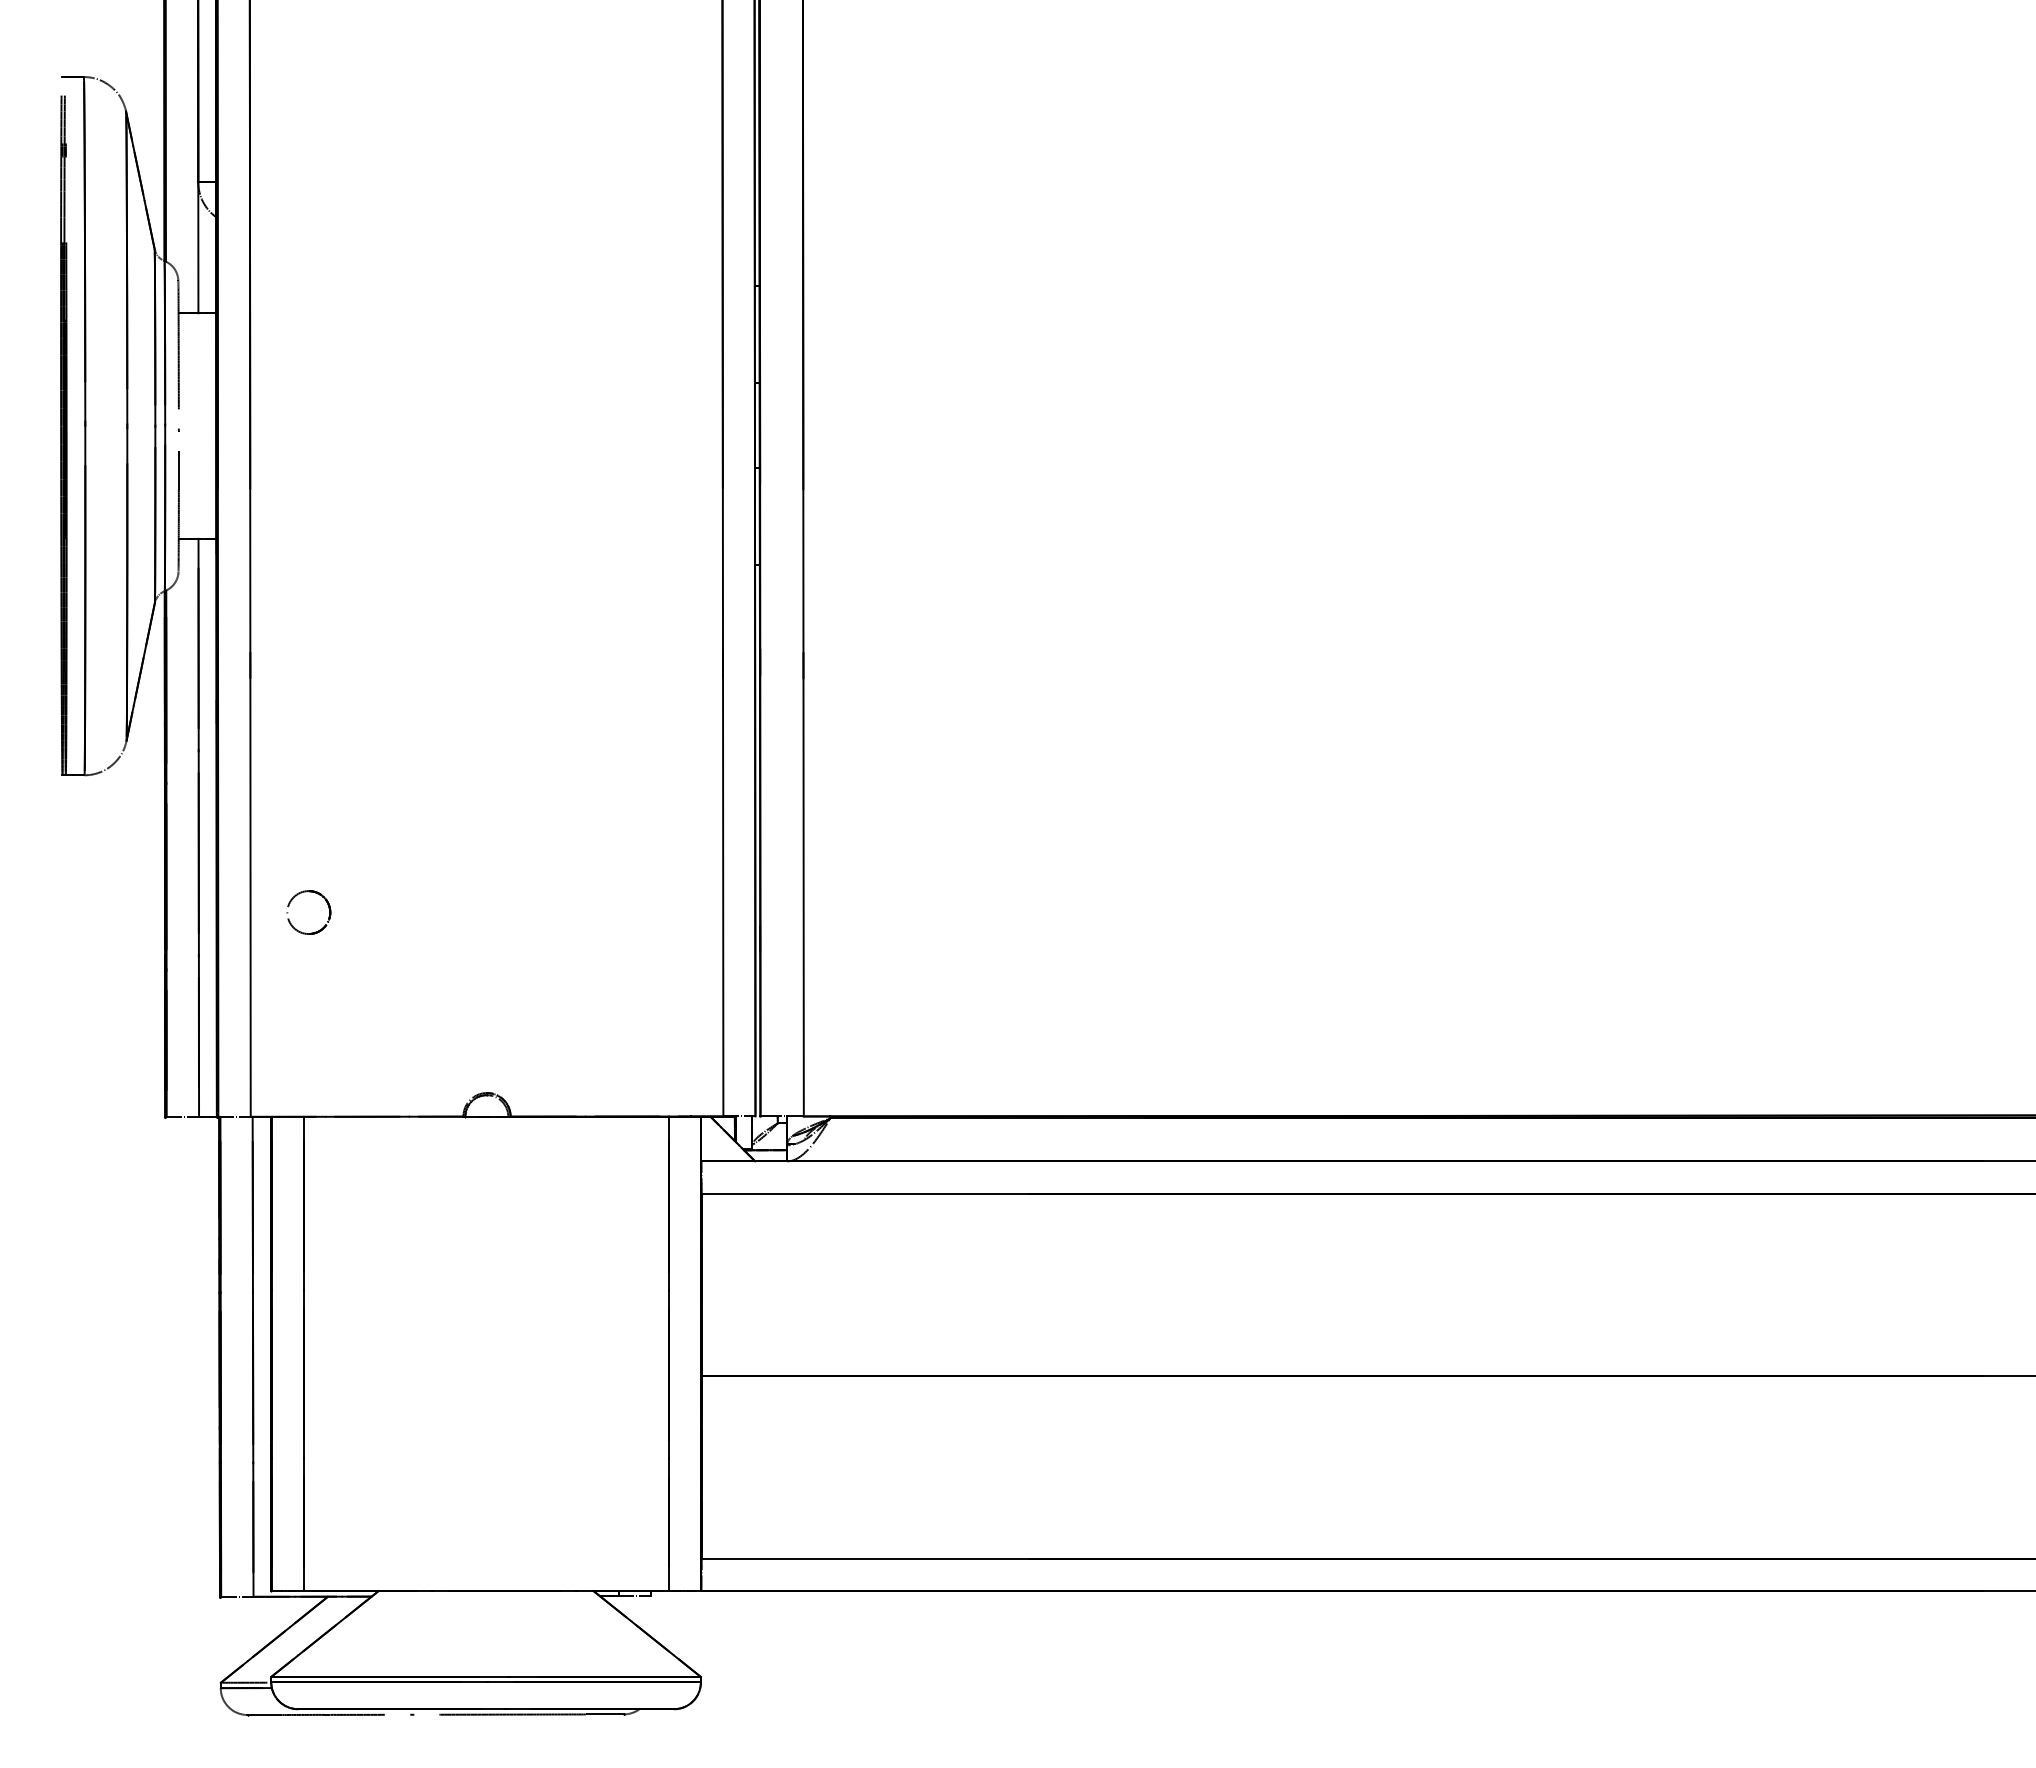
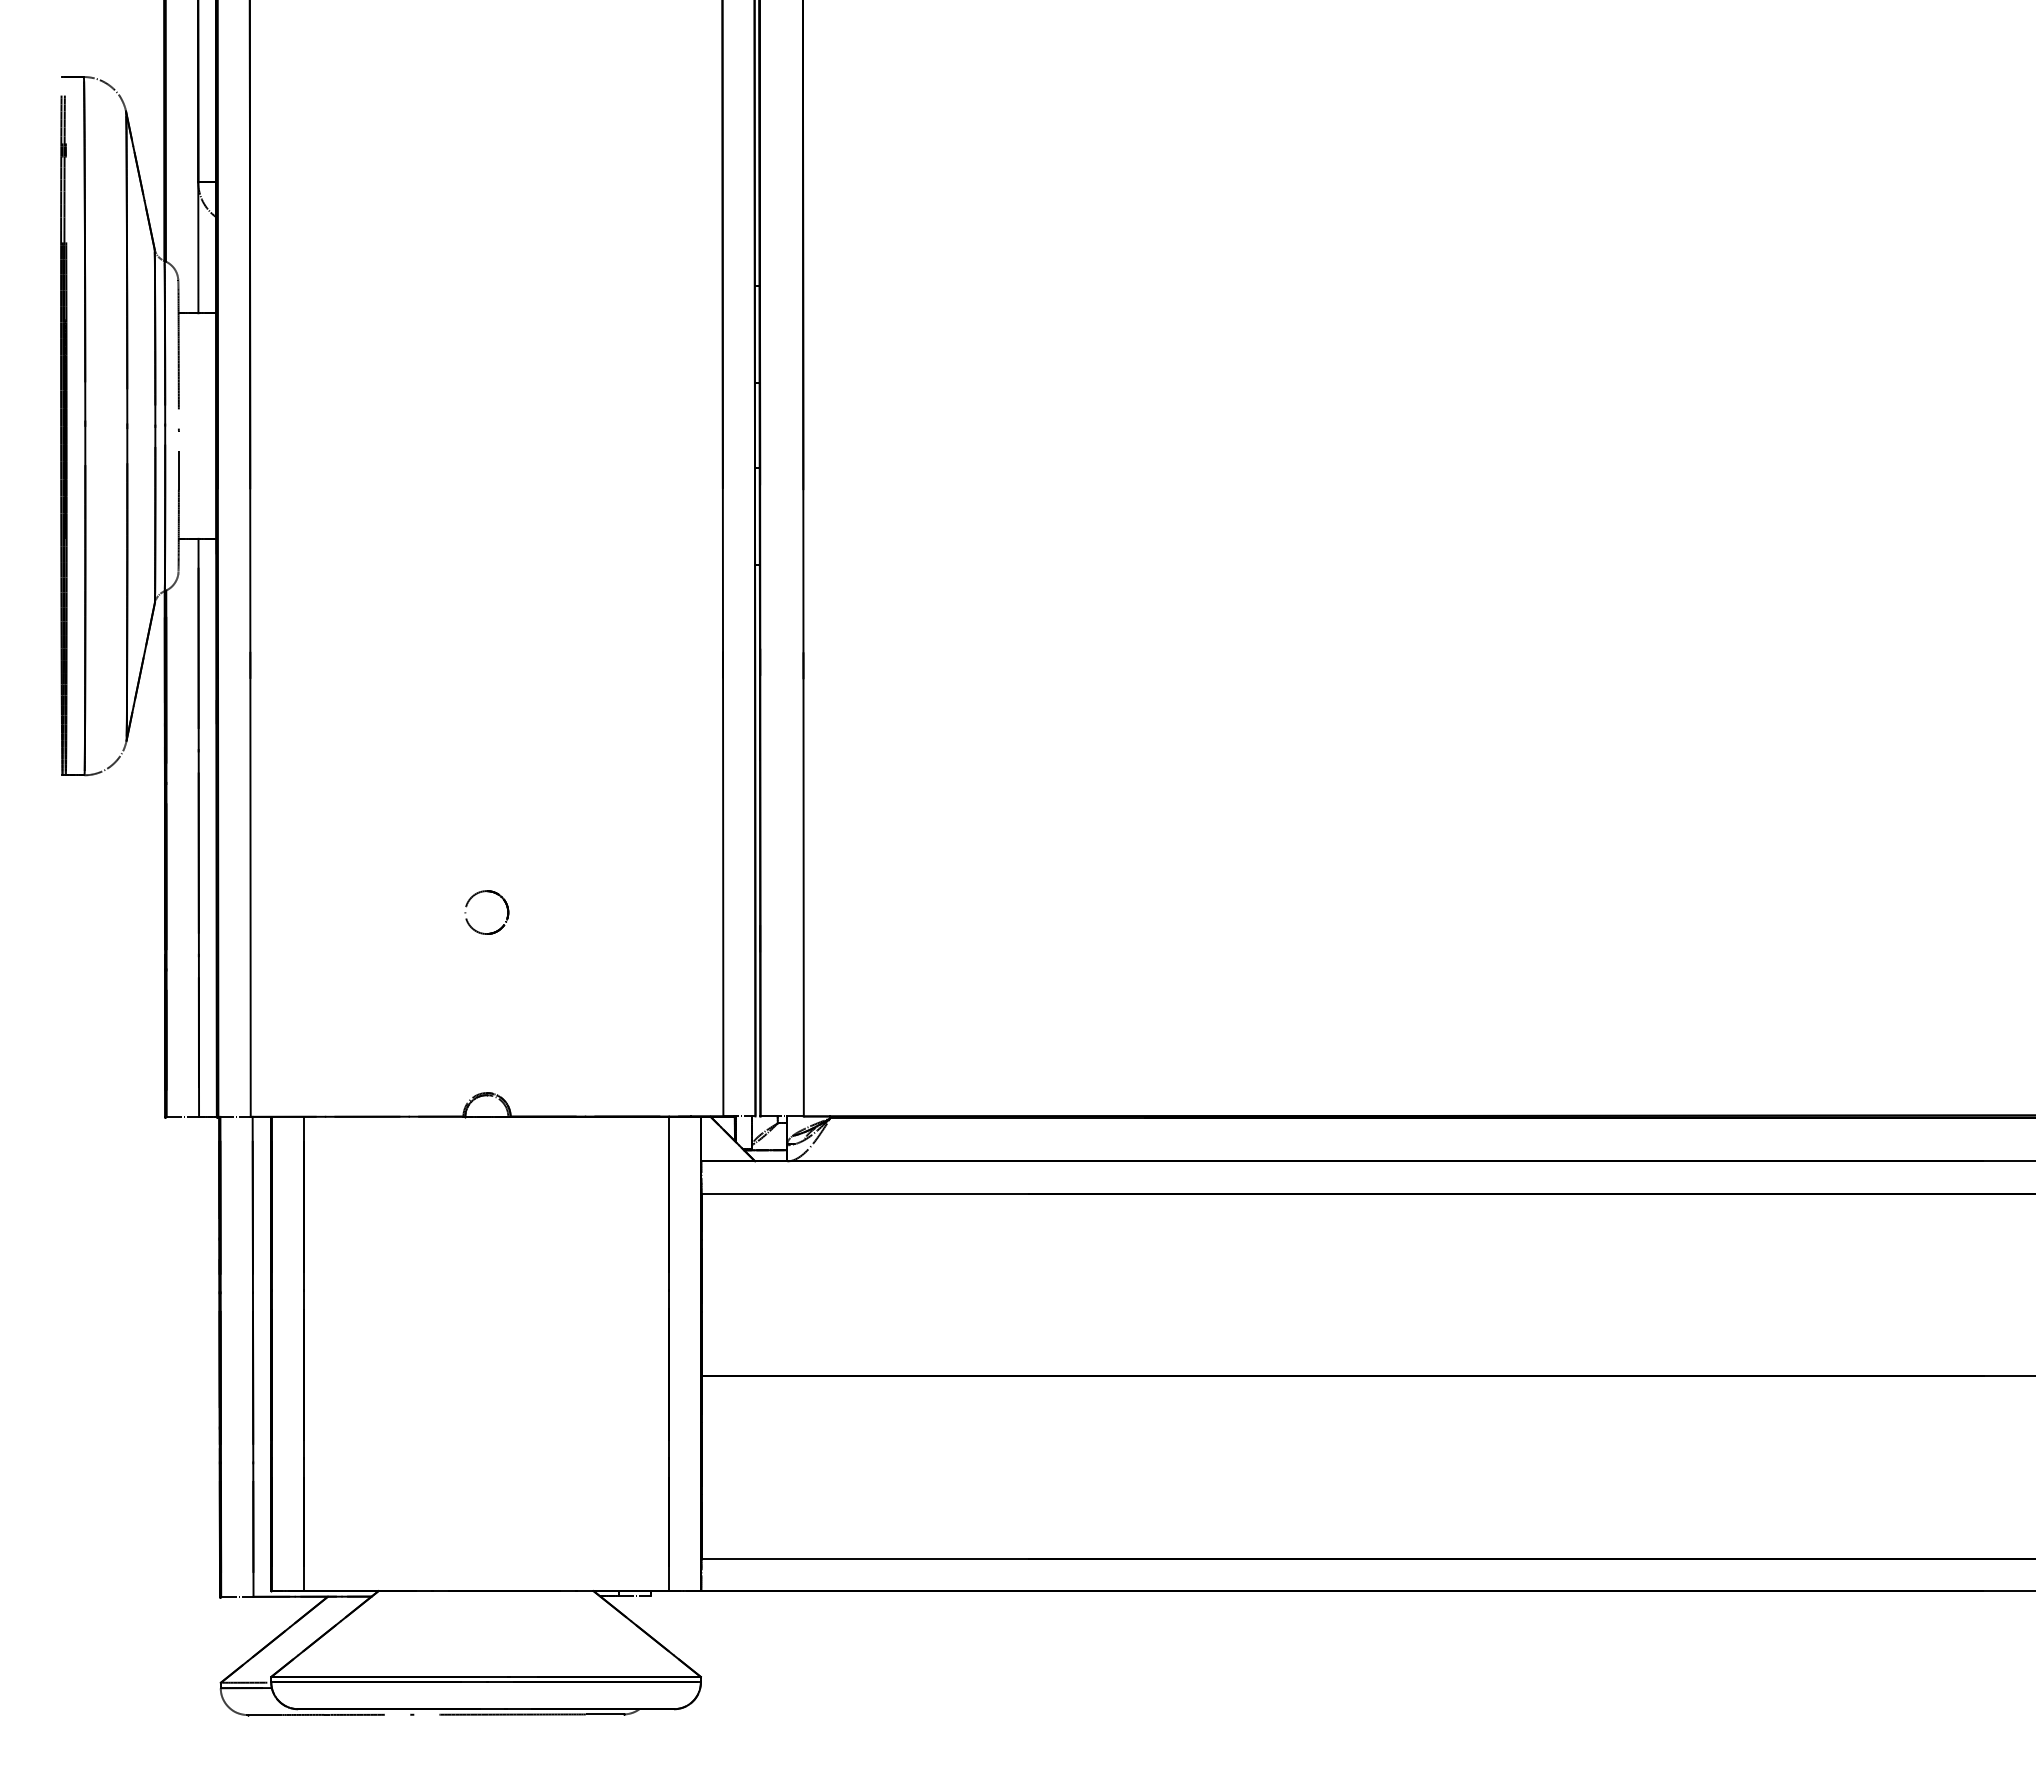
part at (293, 899) position: (293, 899) -> (471, 899)
